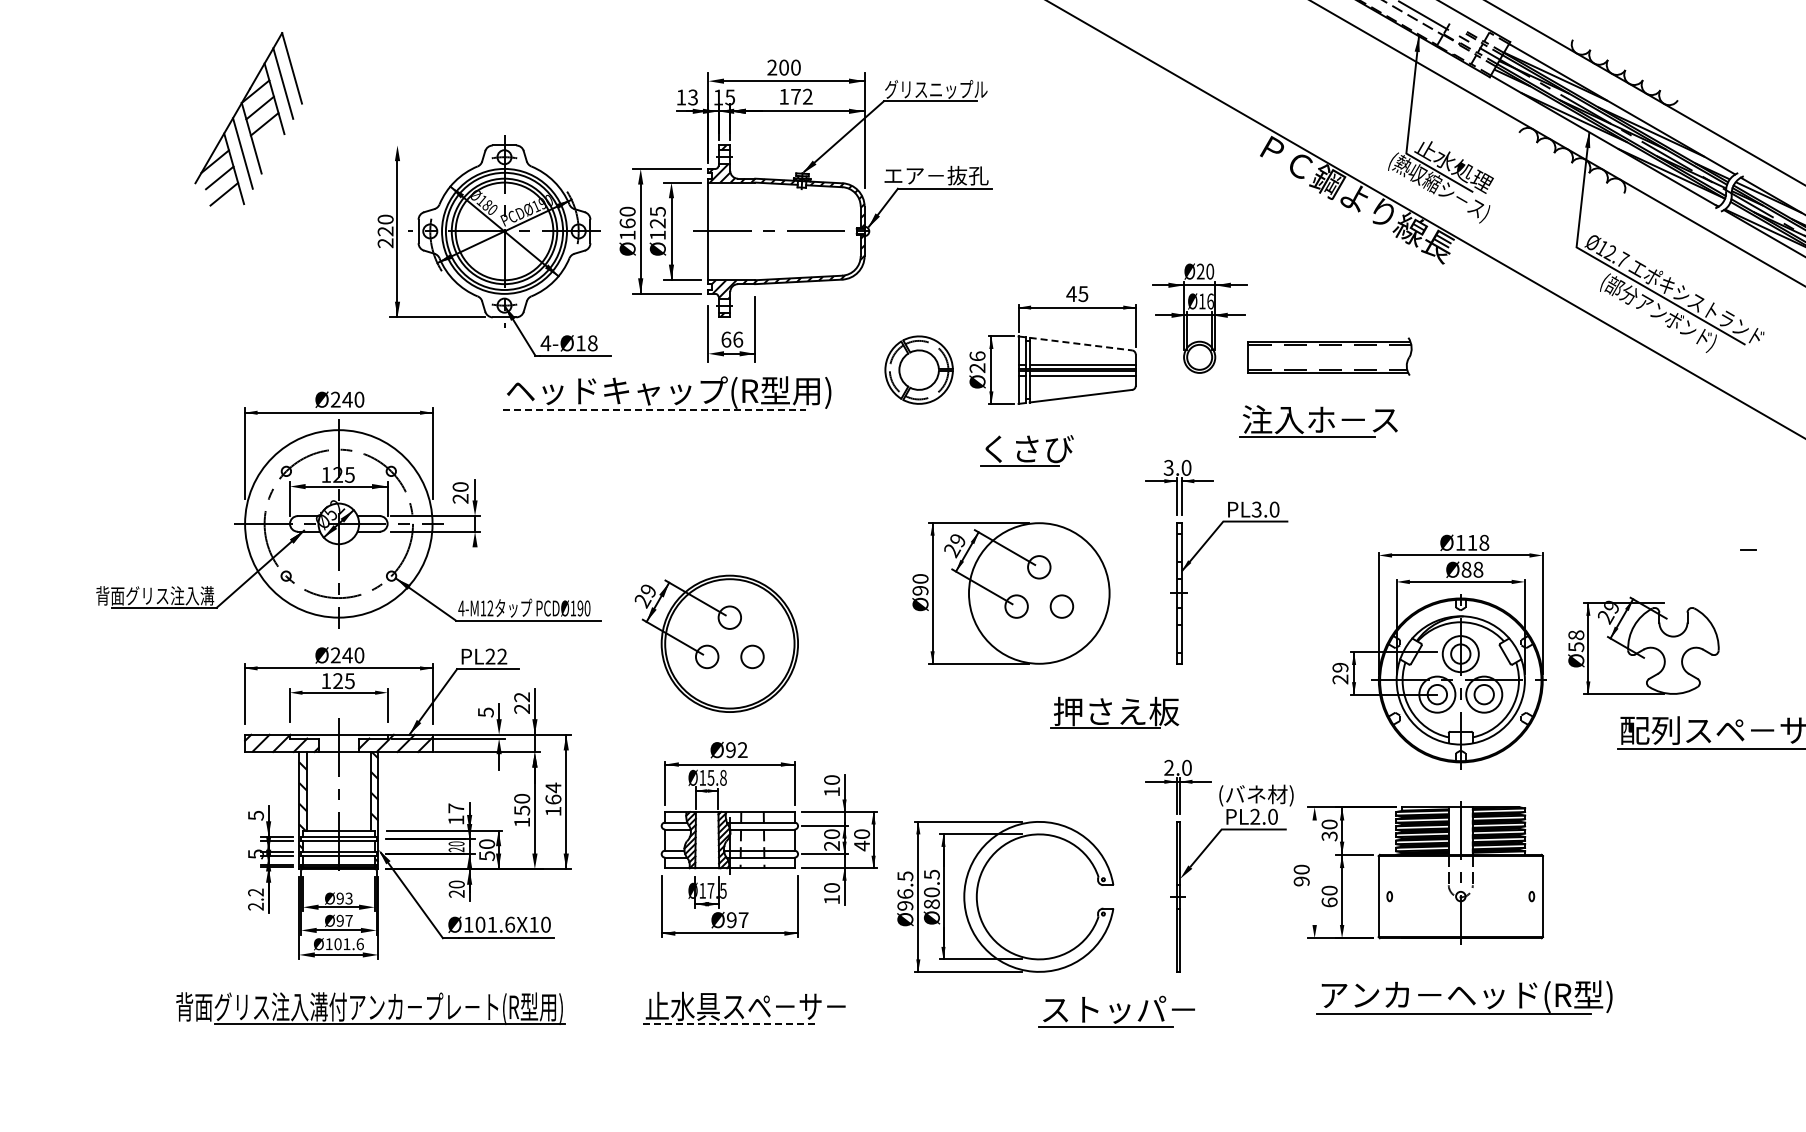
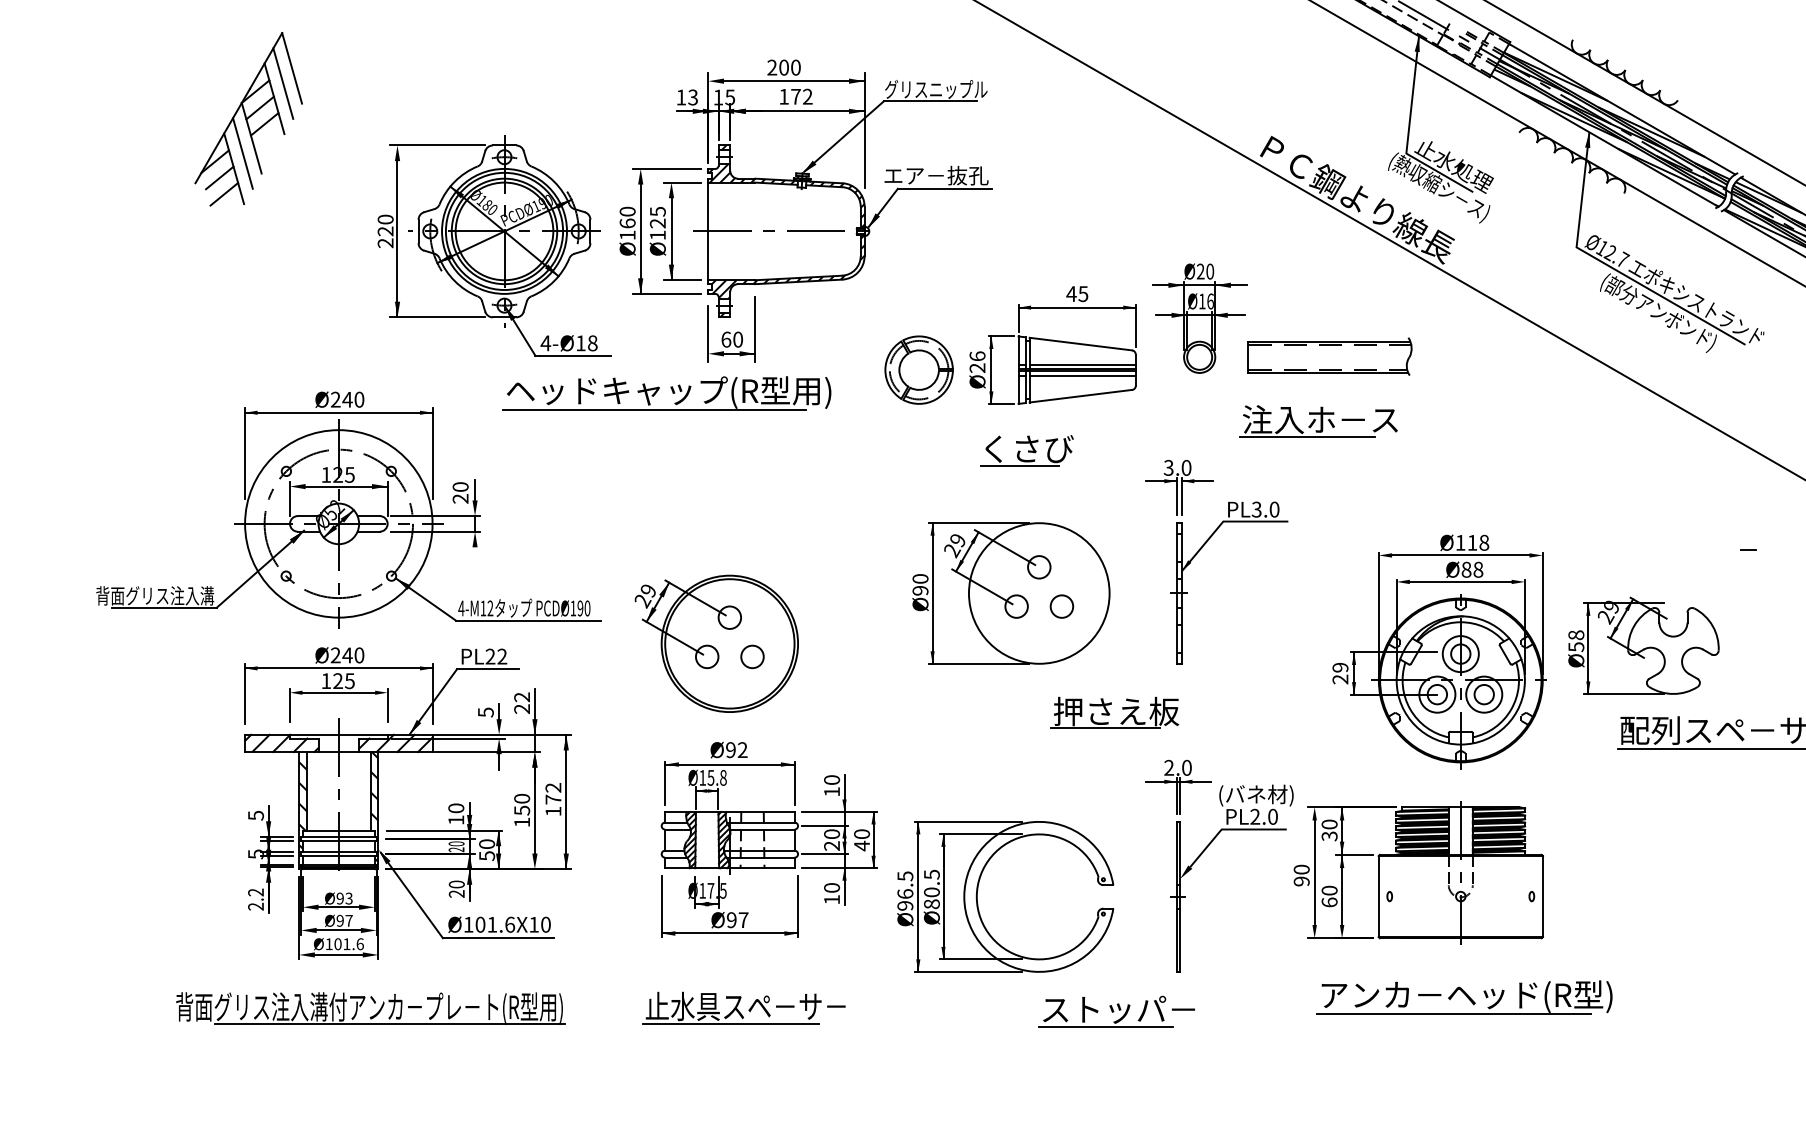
line at (436, 145): none -> present
line at (1425, 219) position: (1425, 219) -> (1390, 240)
text at (738, 339): 66 -> 60
line at (1080, 344): dashed -> solid
line at (654, 410): dashed -> solid
text at (553, 793): 164 -> 172
text at (456, 808): 17 -> 10
line at (1314, 872): none -> present
line at (731, 1023): dashed -> solid
